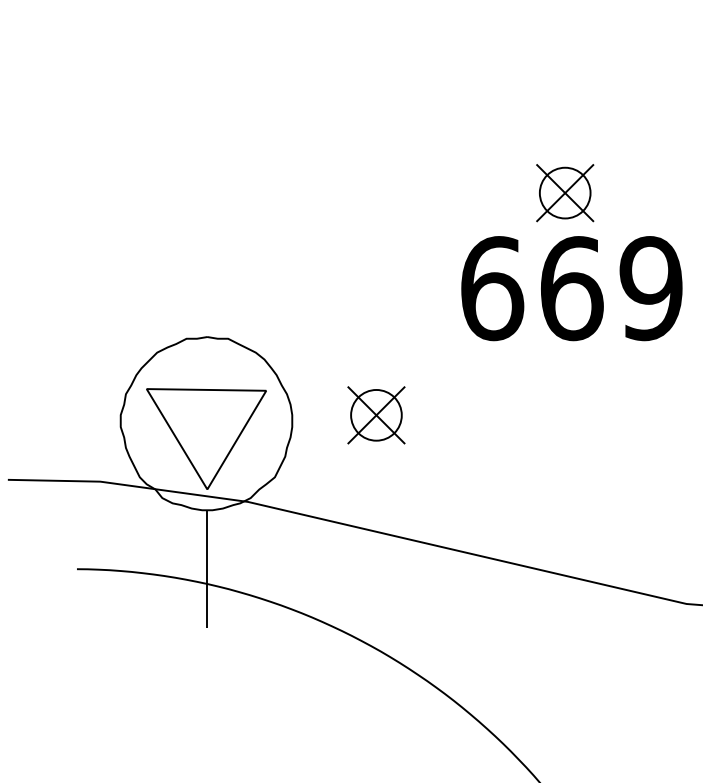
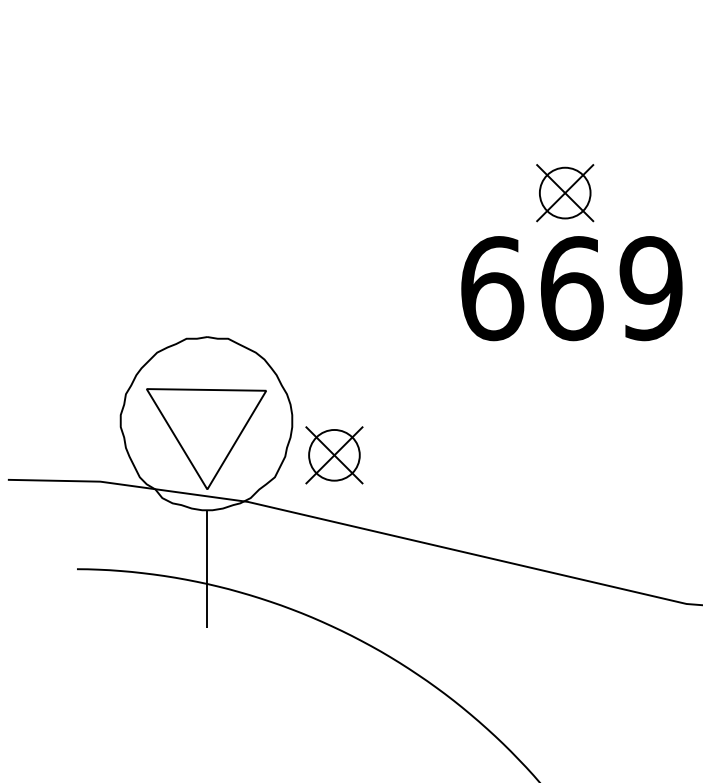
part at (376, 415) position: (376, 415) -> (334, 455)
